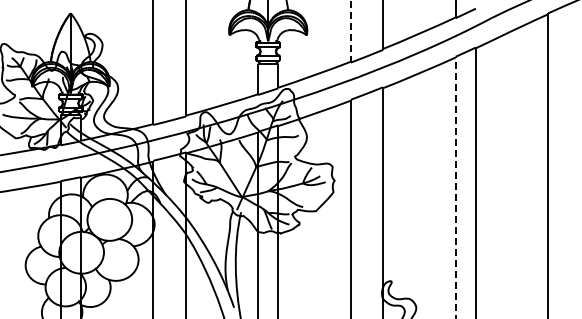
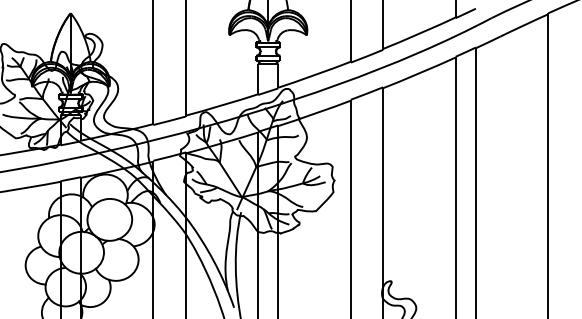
line at (350, 31): dashed -> solid
line at (455, 187): dashed -> solid
